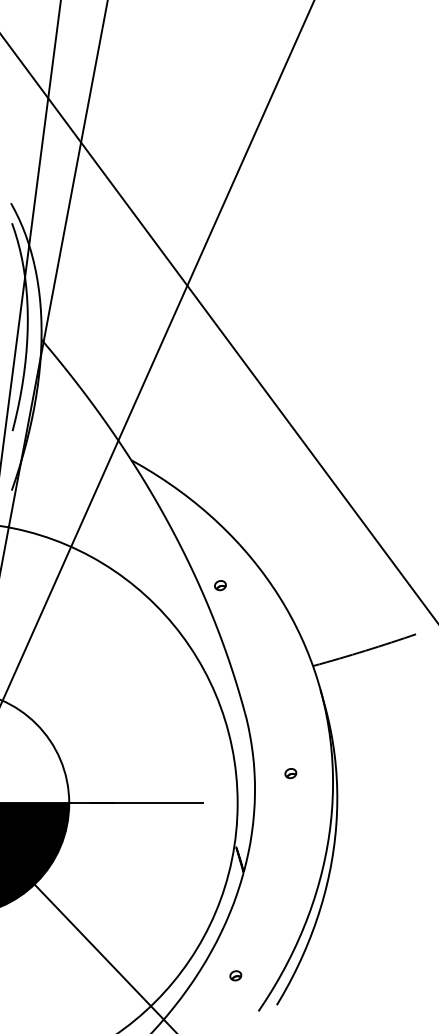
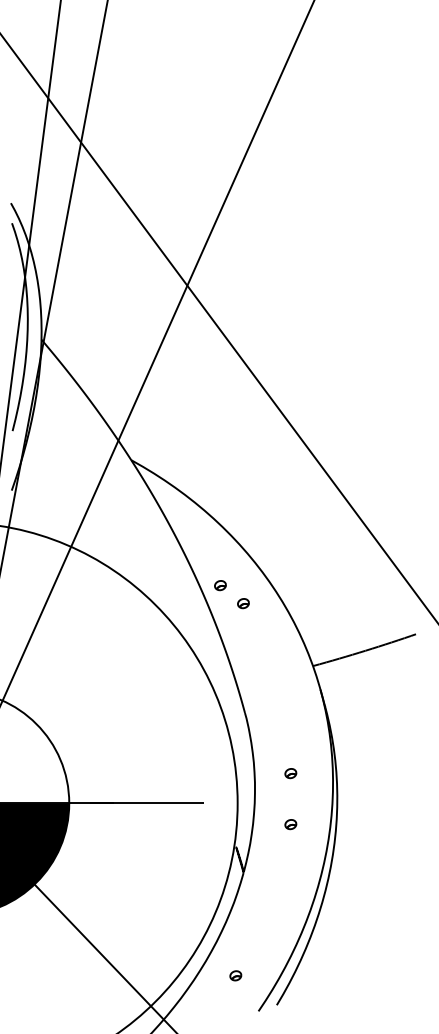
part at (243, 603): none -> present
part at (290, 824): none -> present
